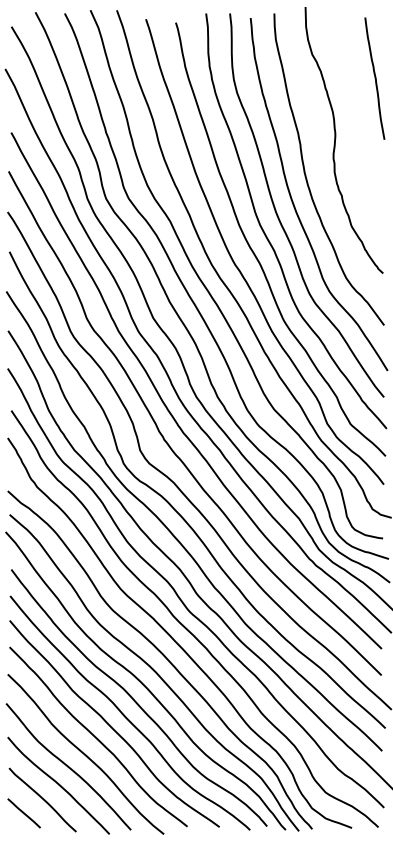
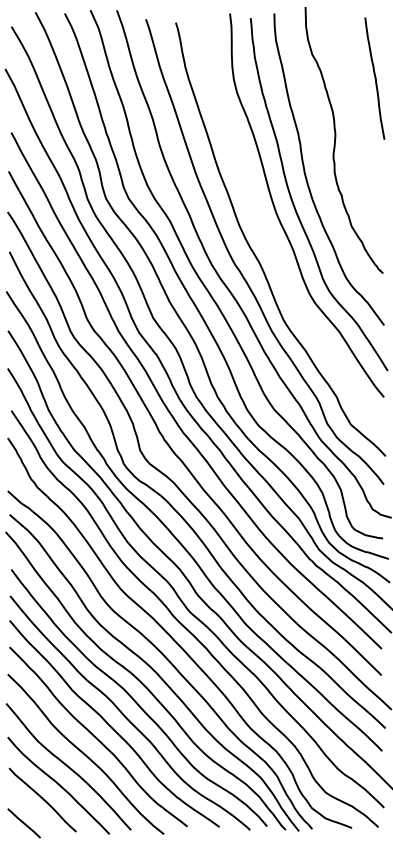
curve at (267, 236): present -> none
line at (23, 813) position: (23, 813) -> (23, 823)
